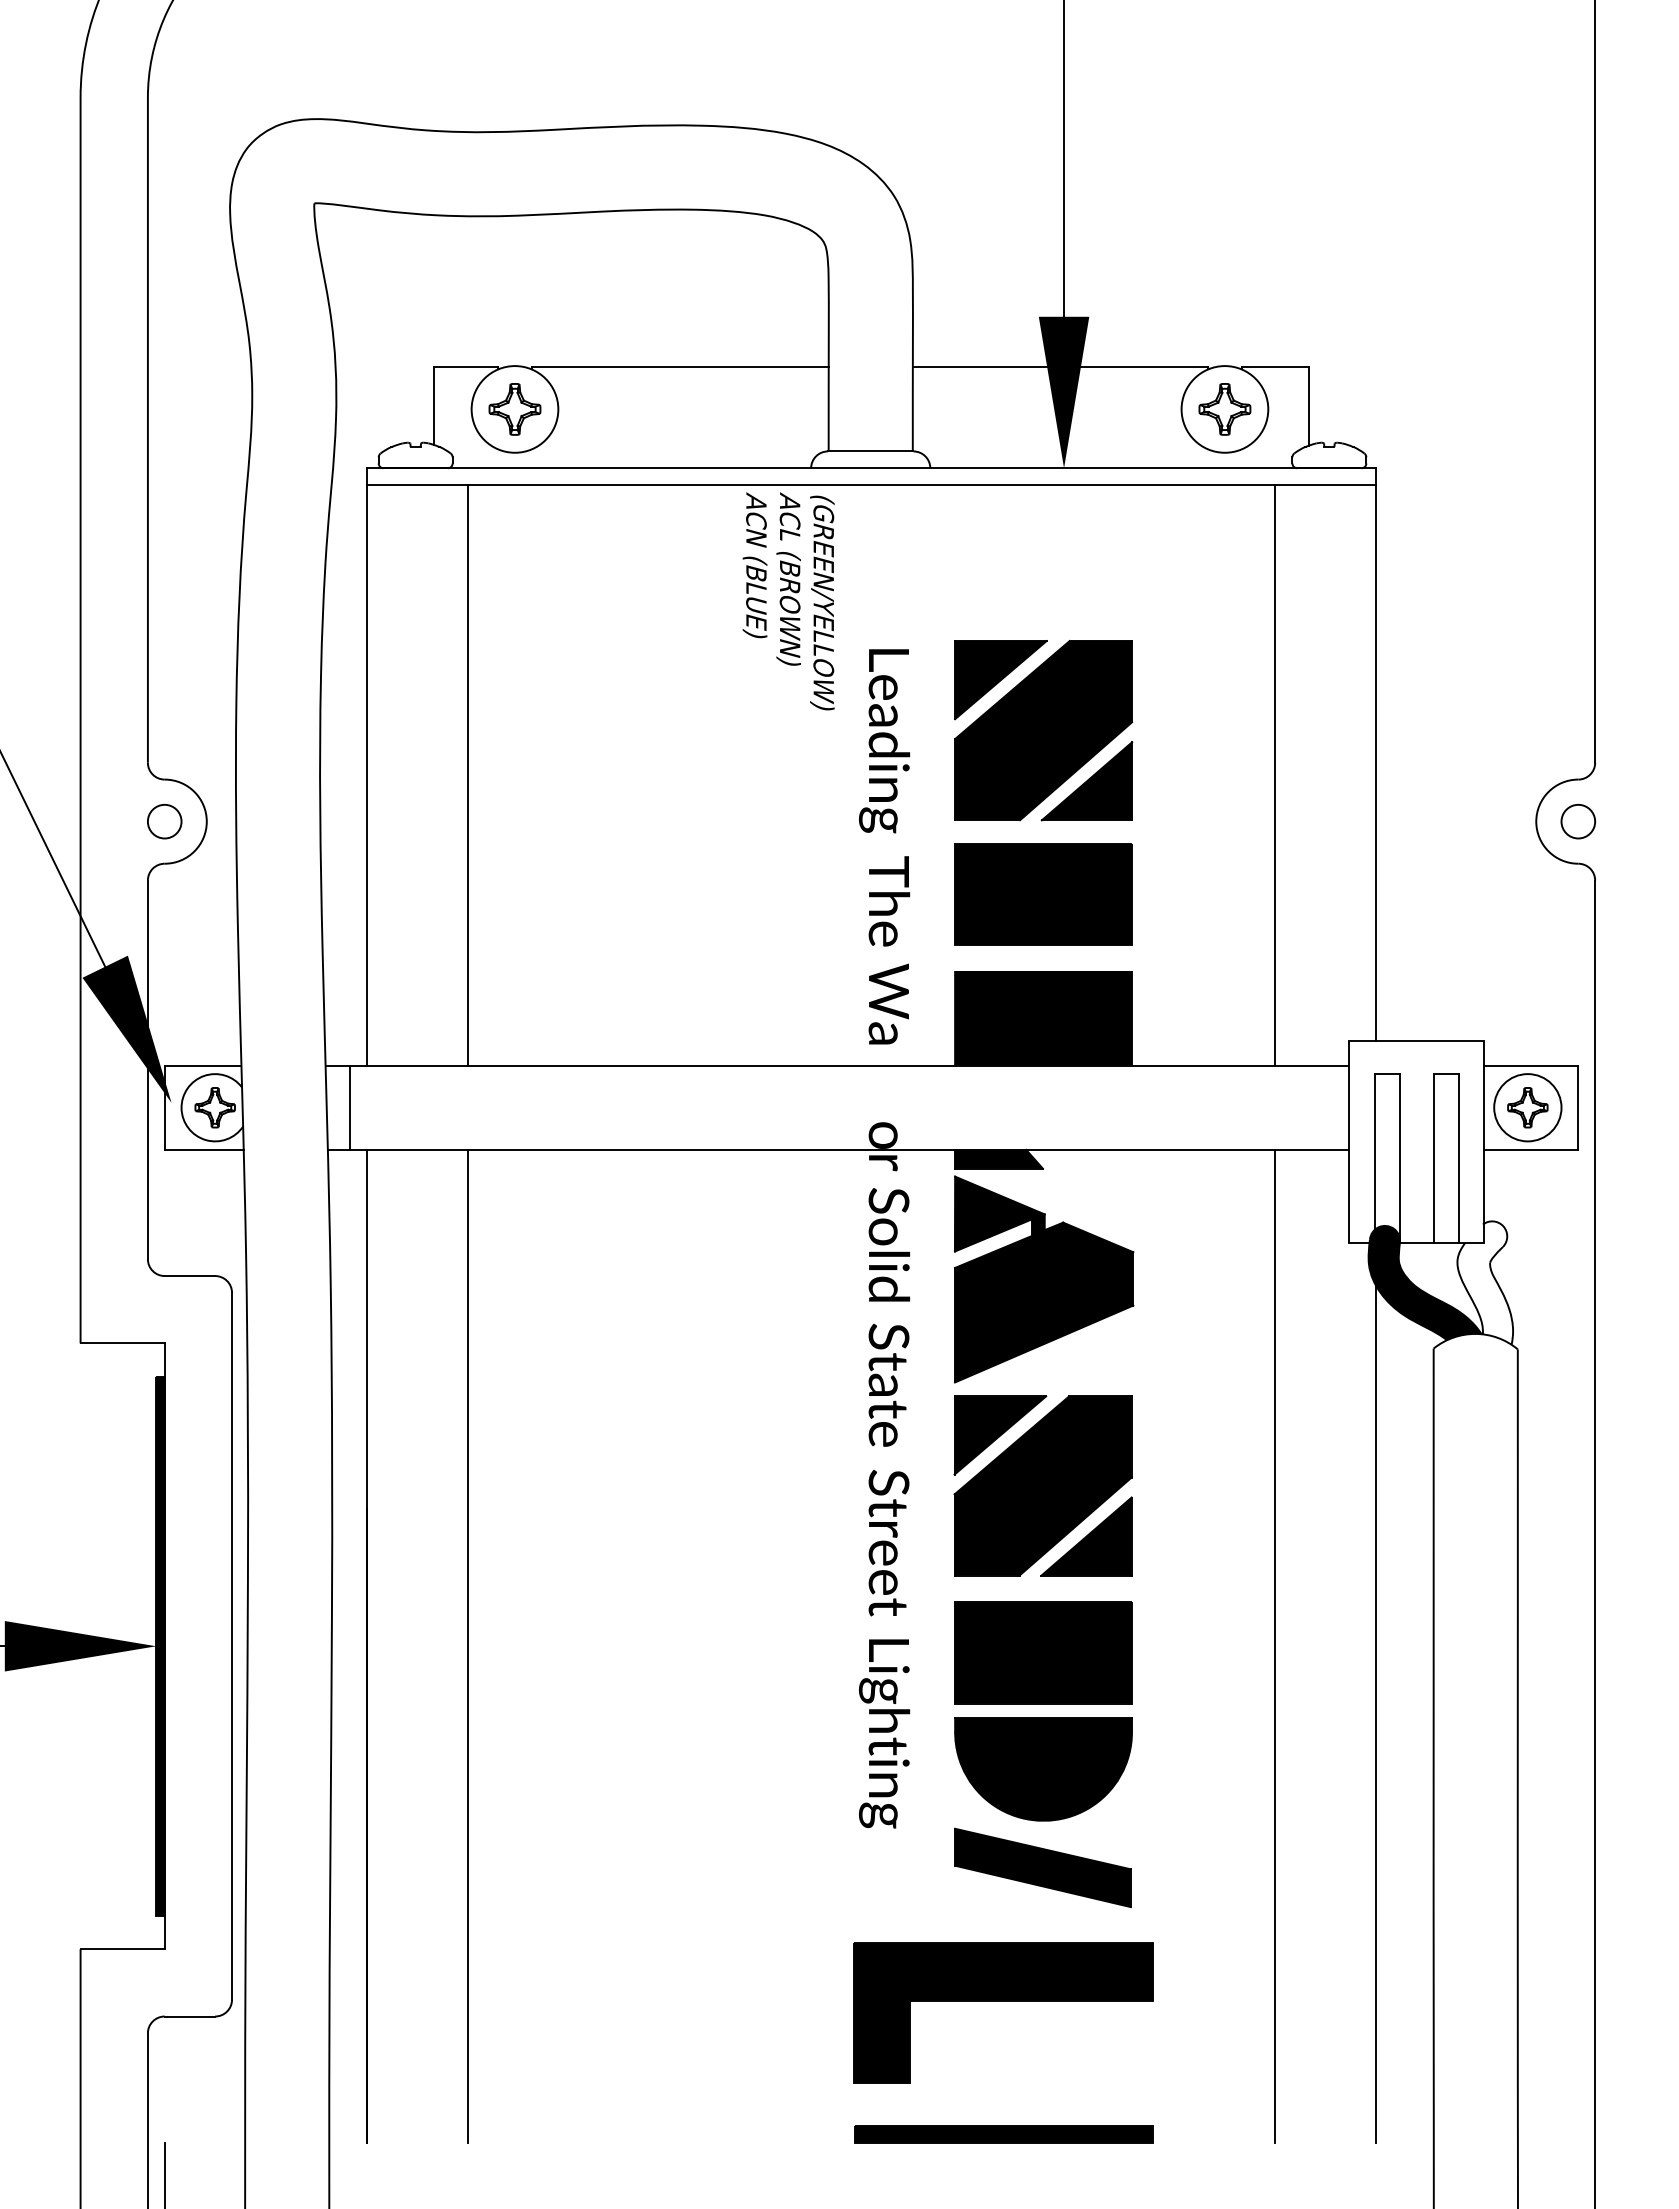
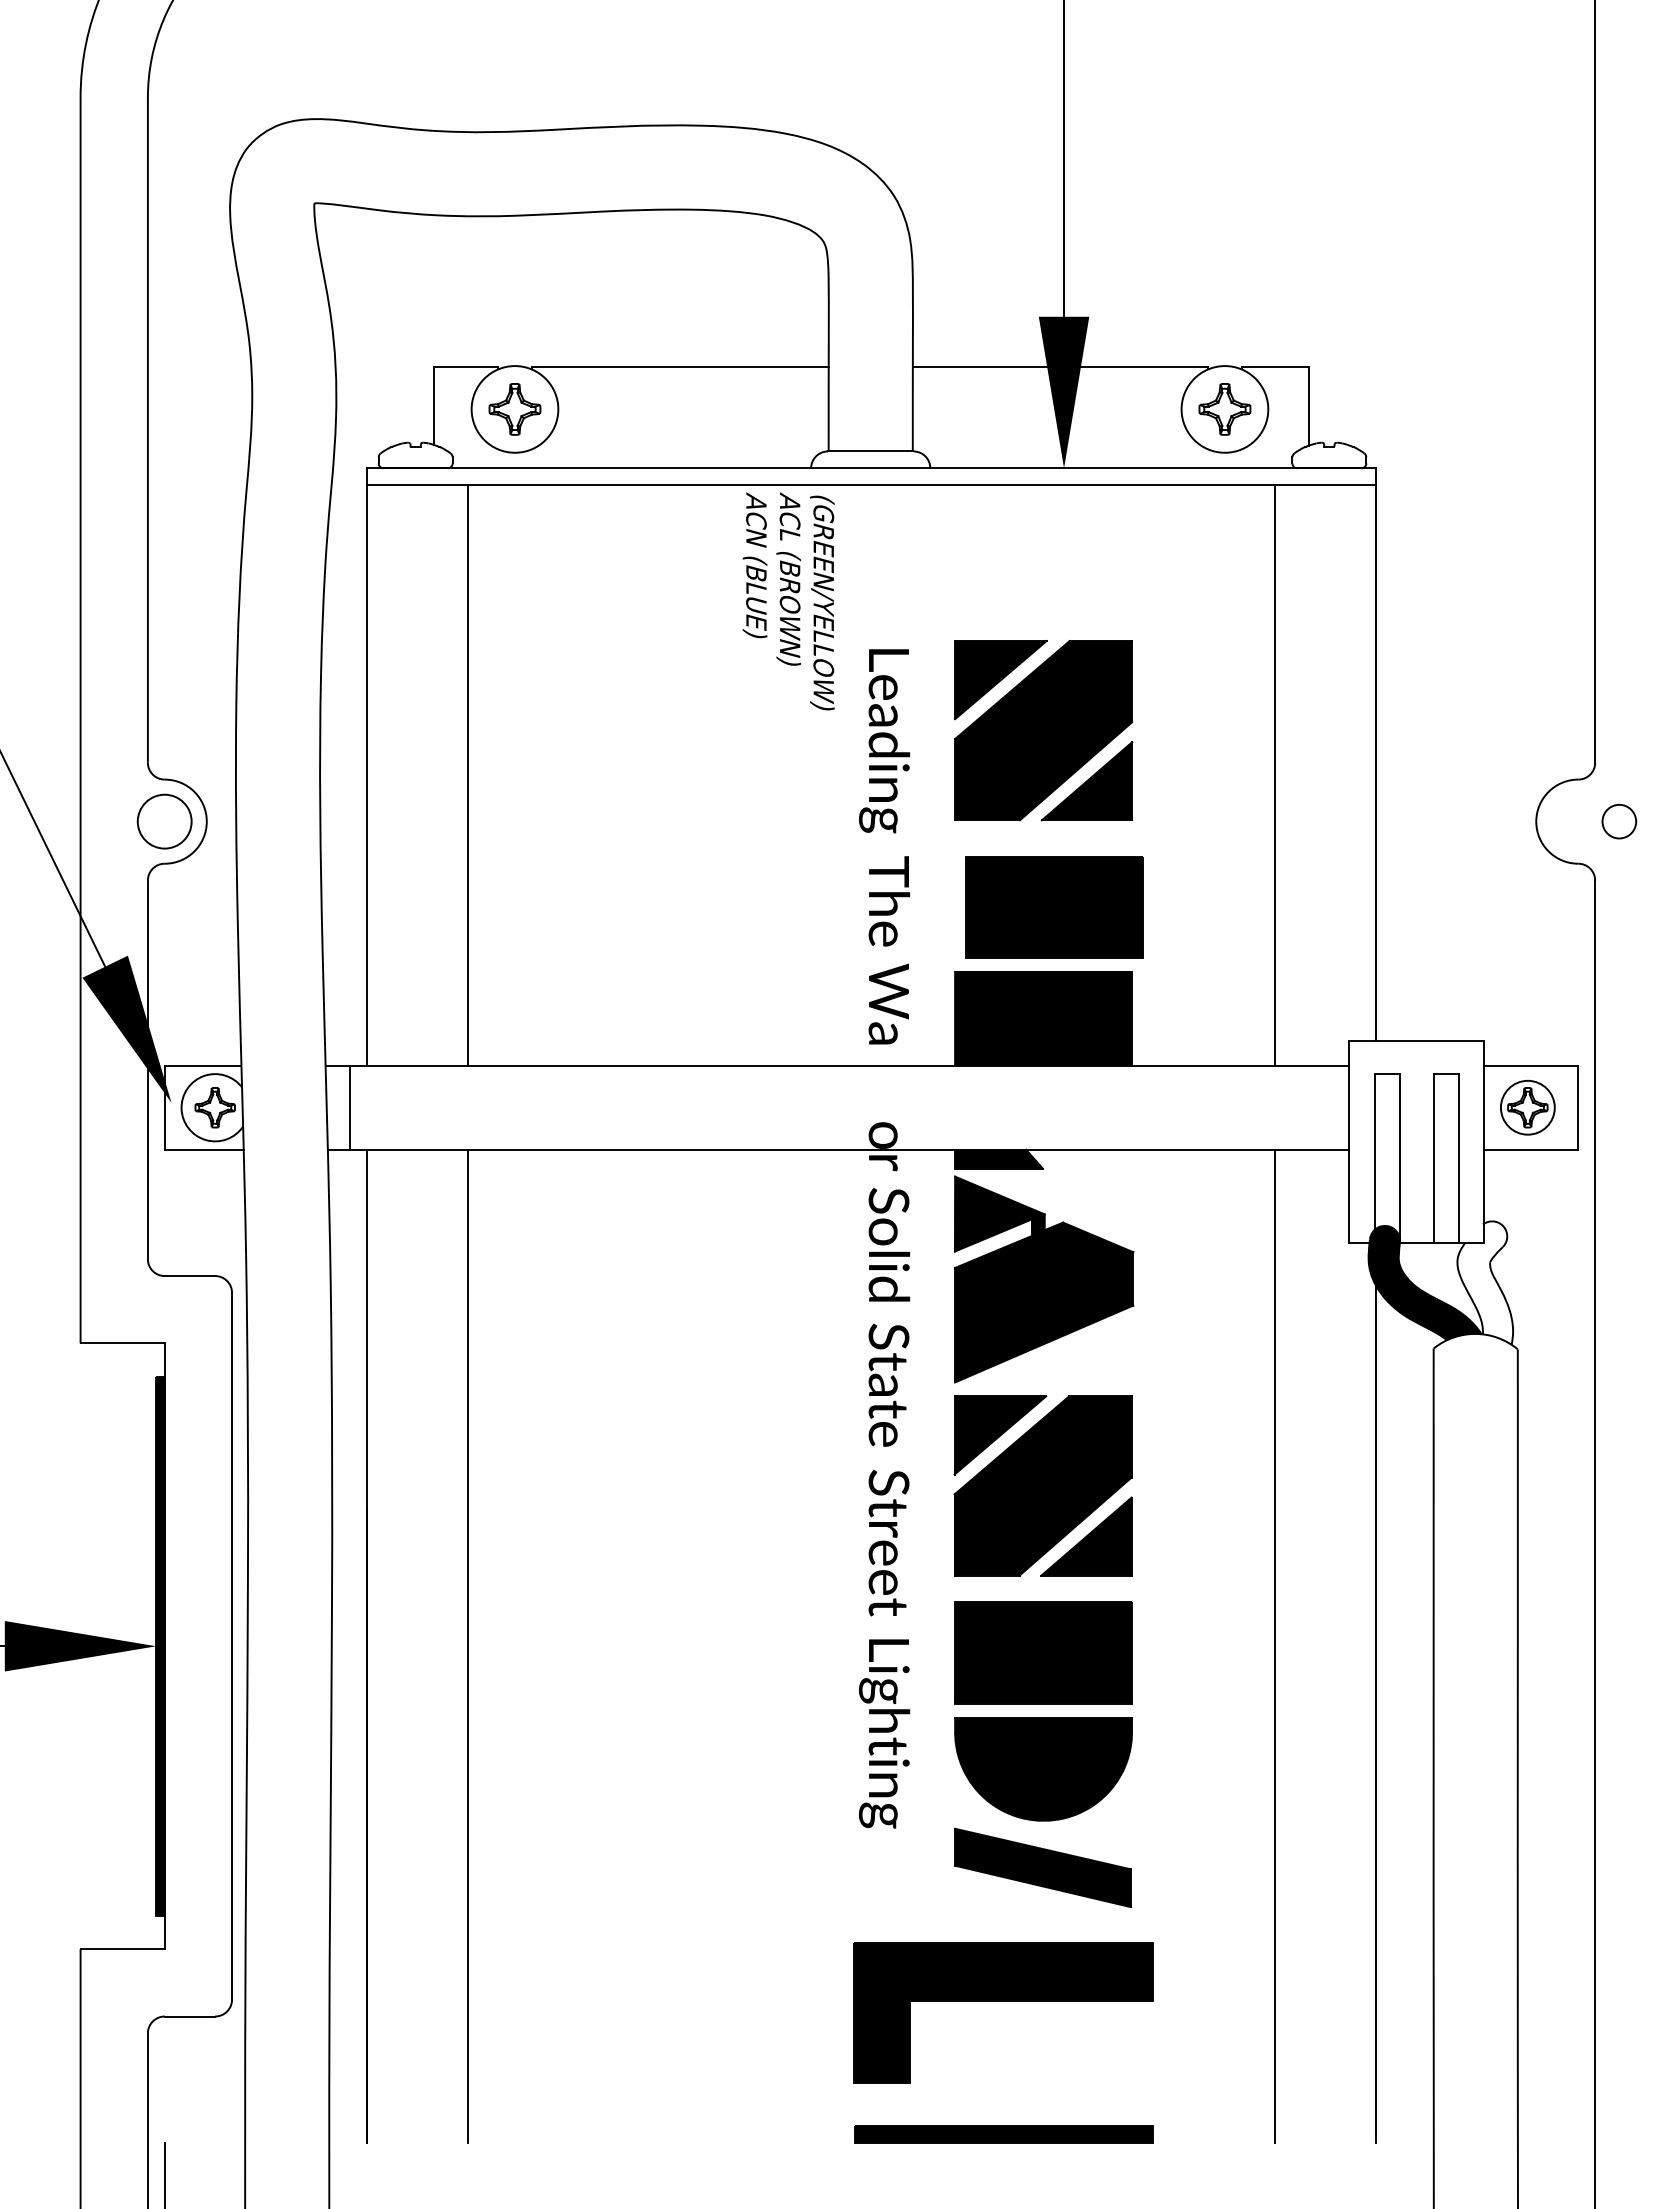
circle at (164, 821) diameter: 34 px -> 54 px
circle at (1578, 821) position: (1578, 821) -> (1619, 821)
part at (1043, 894) position: (1043, 894) -> (1054, 907)
circle at (1527, 1107) diameter: 67 px -> 54 px
